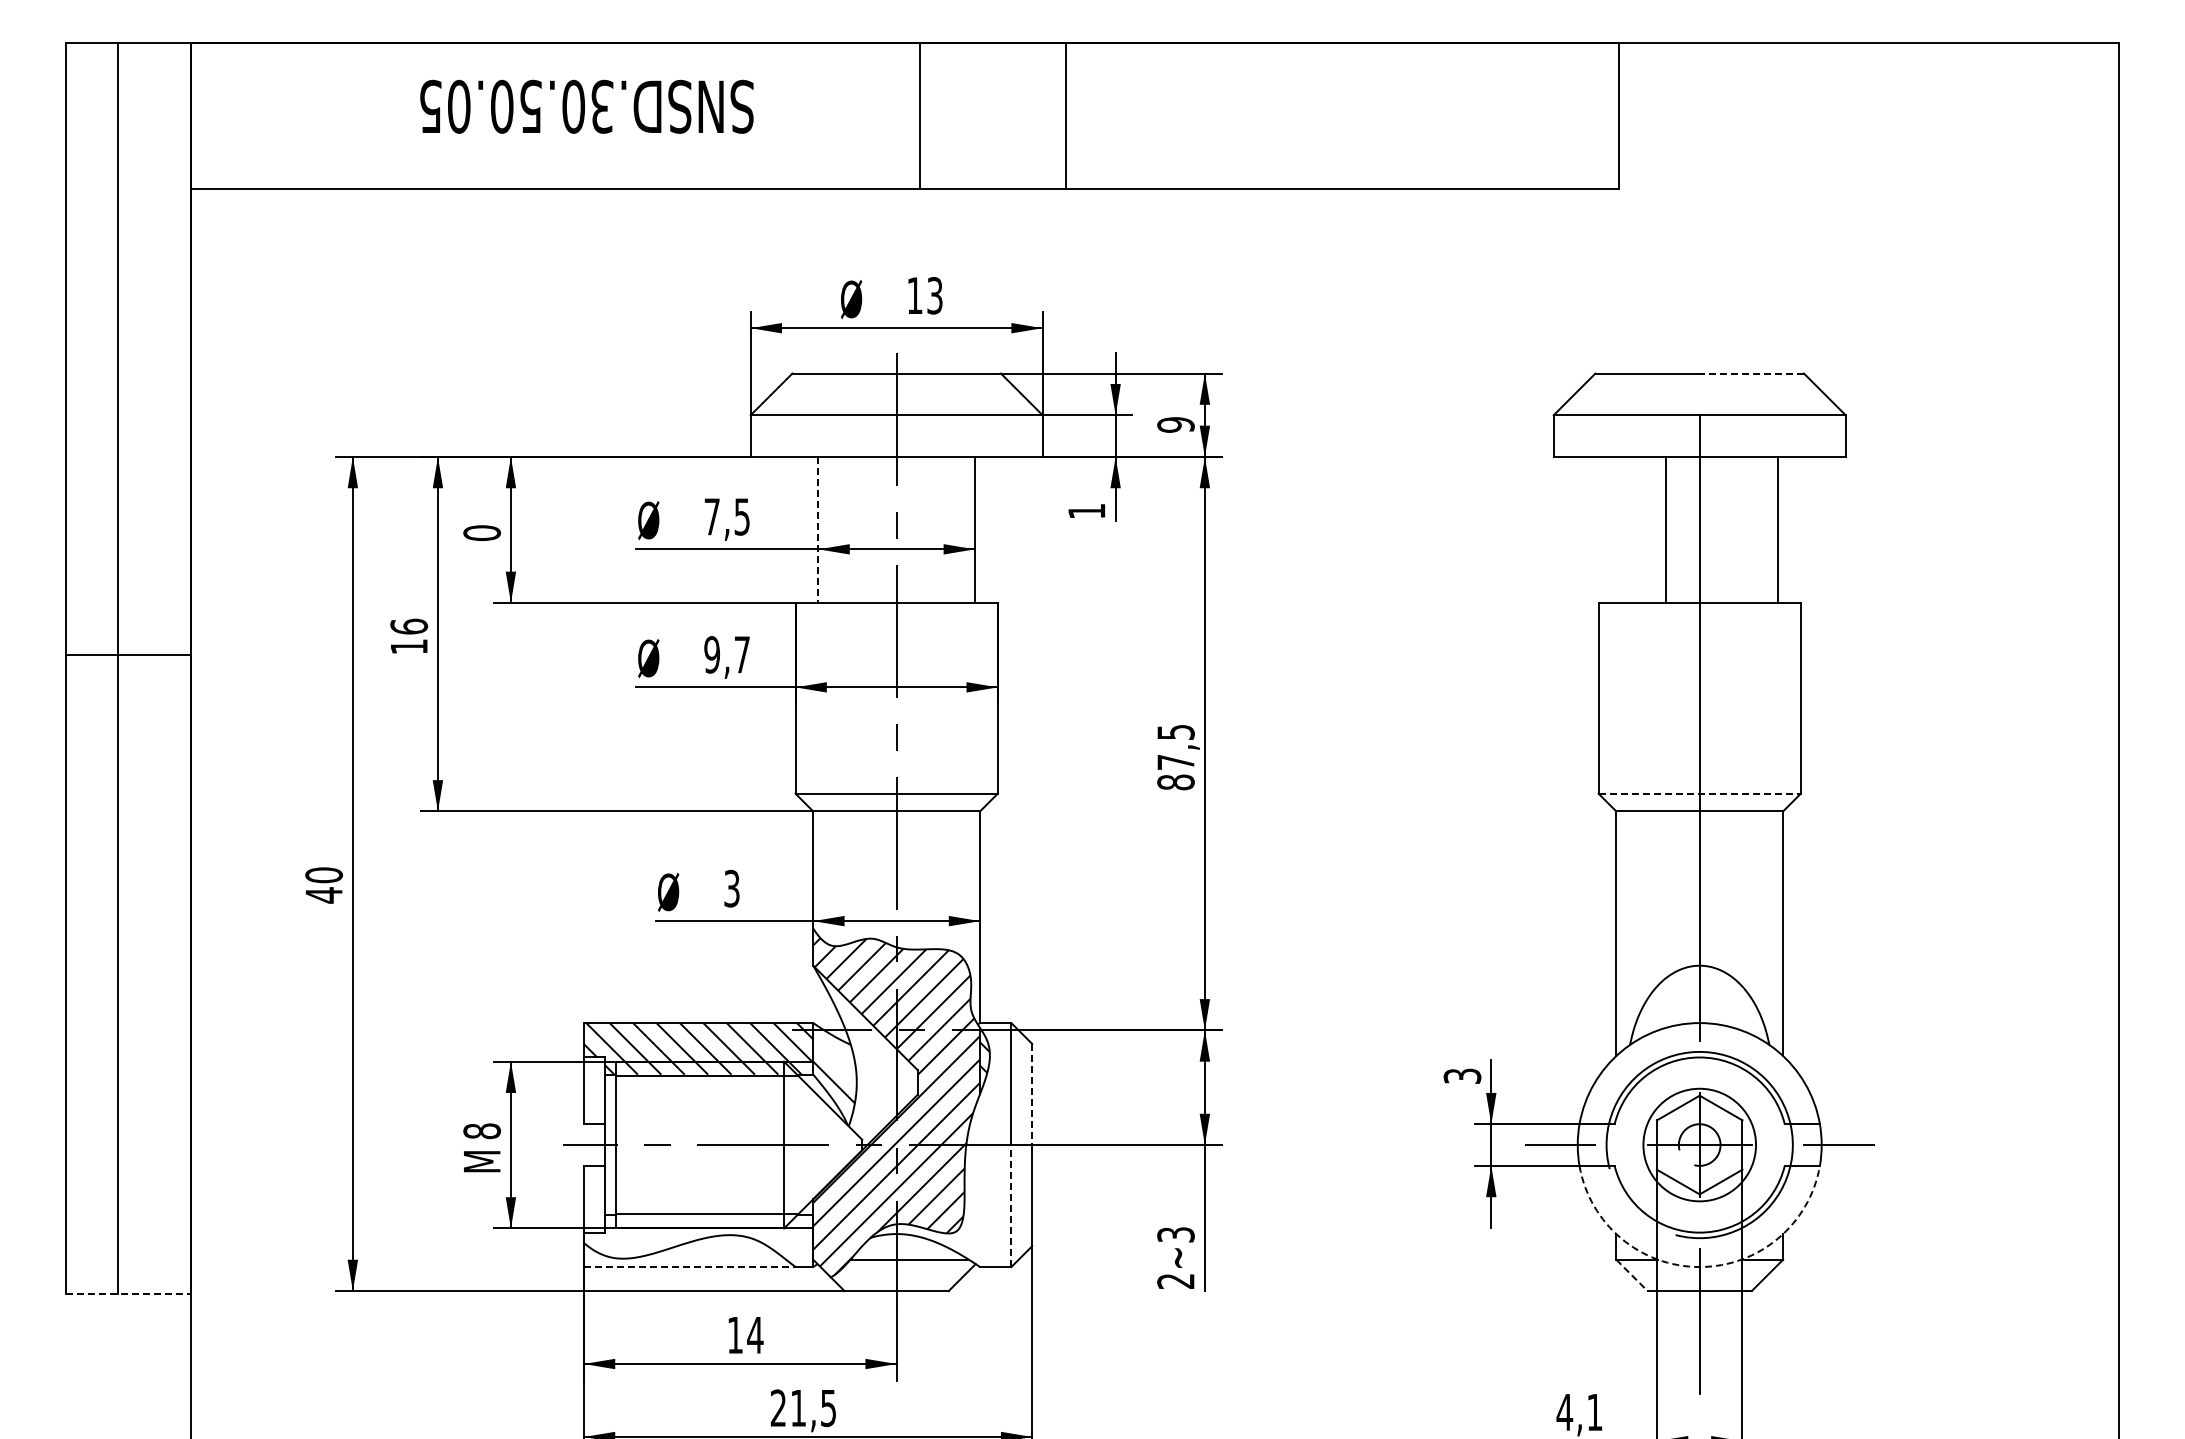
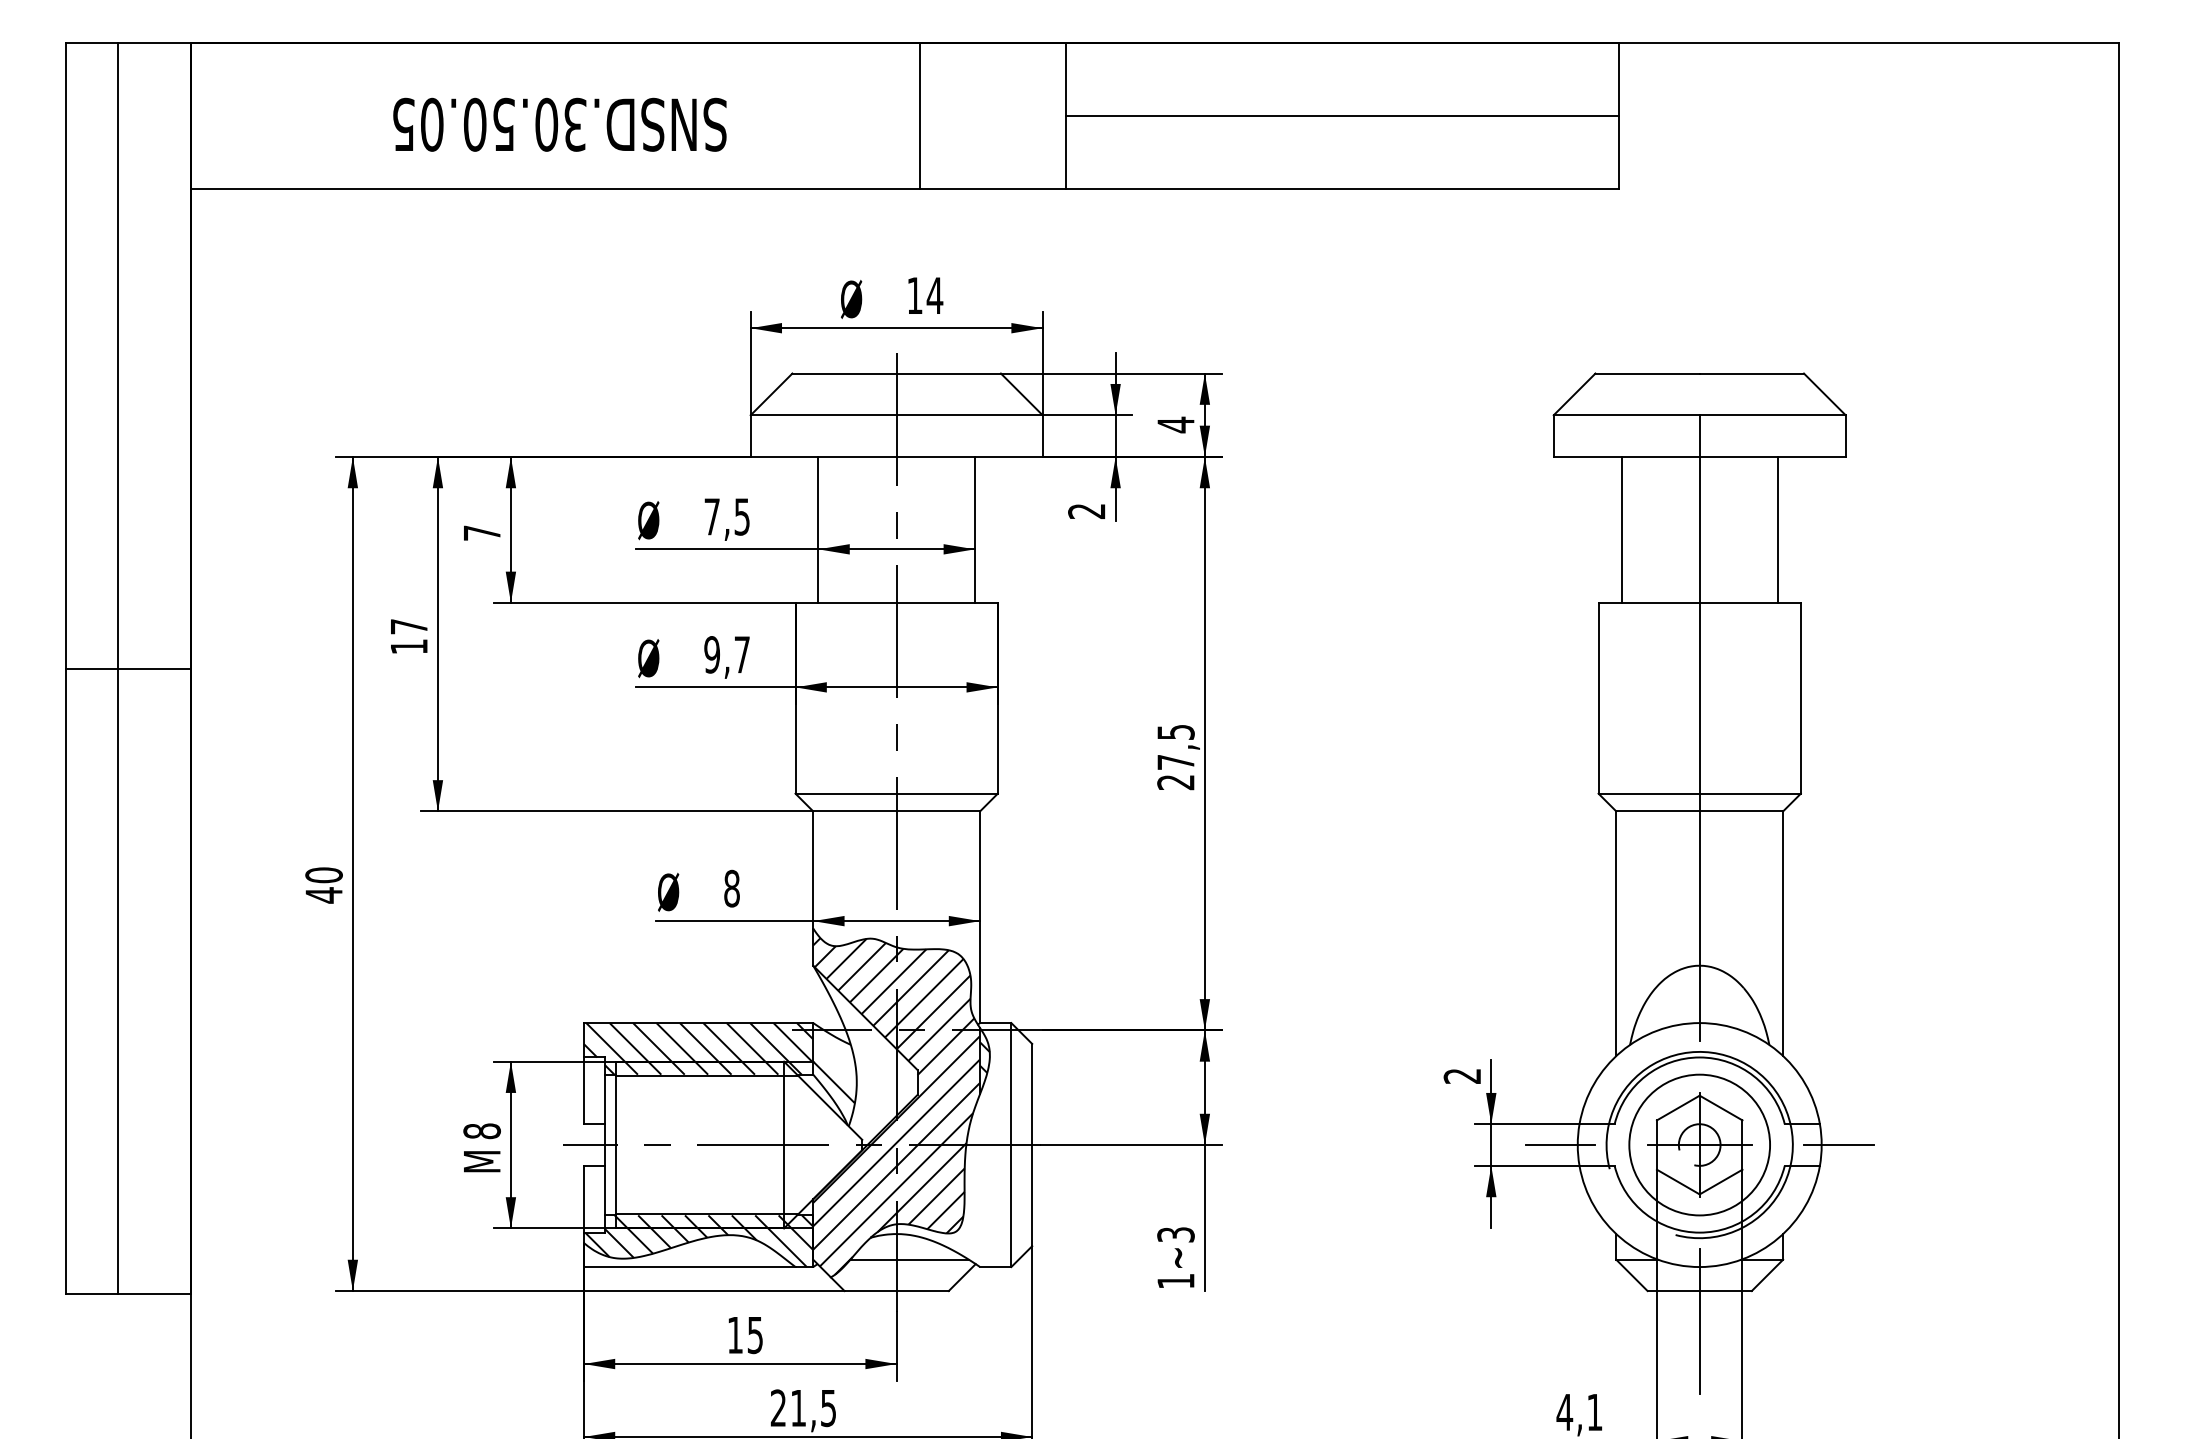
text at (586, 106) position: (586, 106) -> (559, 124)
line at (1342, 115): none -> present
text at (934, 295): 13 -> 14
line at (1751, 373): dashed -> solid
text at (1175, 424): 9 -> 4
text at (1086, 511): 1 -> 2
line at (818, 529): dashed -> solid
line at (1665, 529) position: (1665, 529) -> (1621, 529)
text at (481, 532): 0 -> 7
text at (409, 626): 16 -> 17
line at (127, 654) position: (127, 654) -> (127, 668)
text at (1175, 782): 87,5 -> 27,5
line at (1700, 793): dashed -> solid
text at (731, 888): 3 -> 8
text at (1462, 1075): 3 -> 2
line at (1032, 1094): dashed -> solid
circle at (1699, 1144) diameter: 113 px -> 141 px
line at (1011, 1206): dashed -> solid
hatch at (699, 1241): none -> present
line at (689, 1267): dashed -> solid
arc at (1699, 1267): dashed -> solid
line at (1632, 1275): dashed -> solid
text at (1175, 1281): 2~3 -> 1~3
line at (128, 1294): dashed -> solid
text at (755, 1335): 14 -> 15
